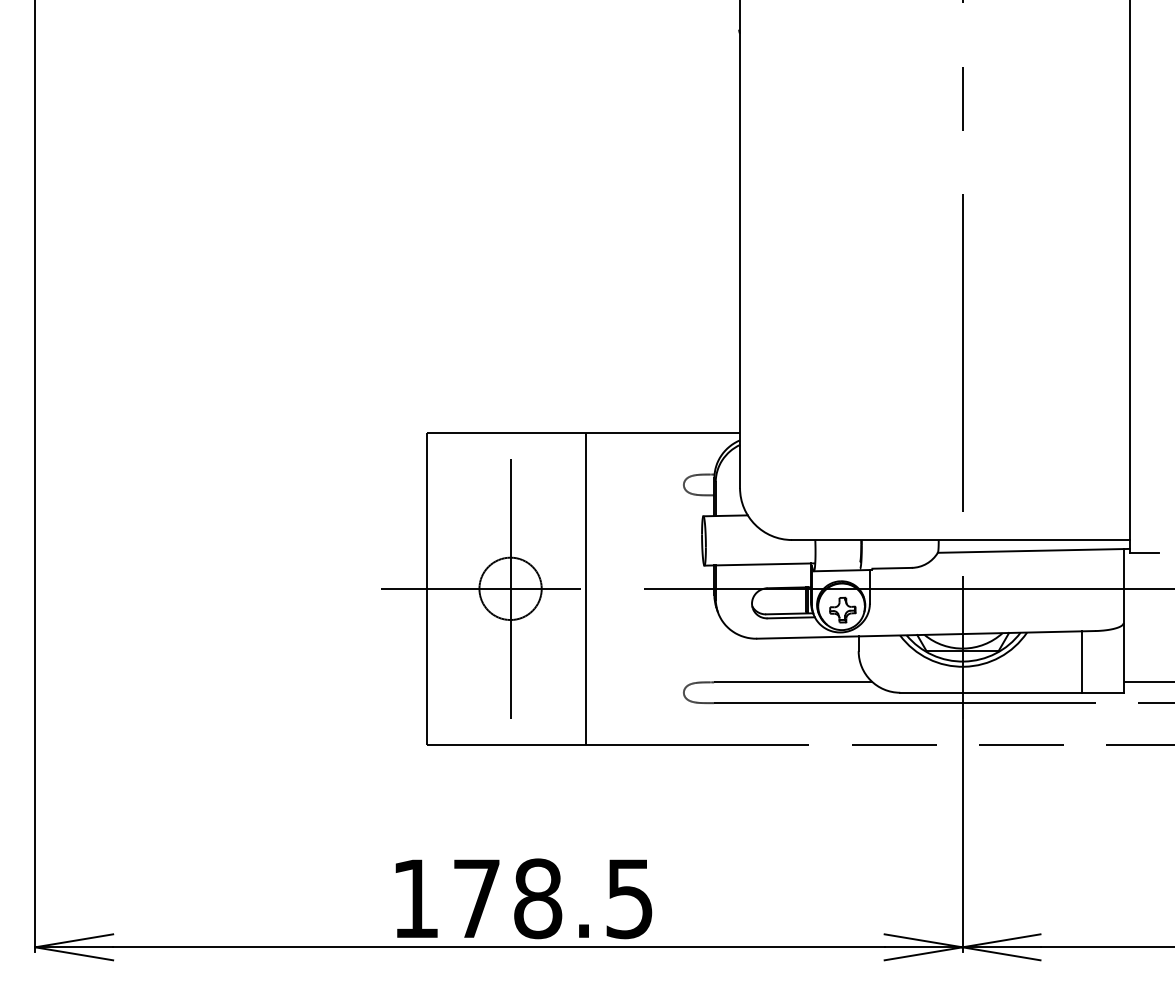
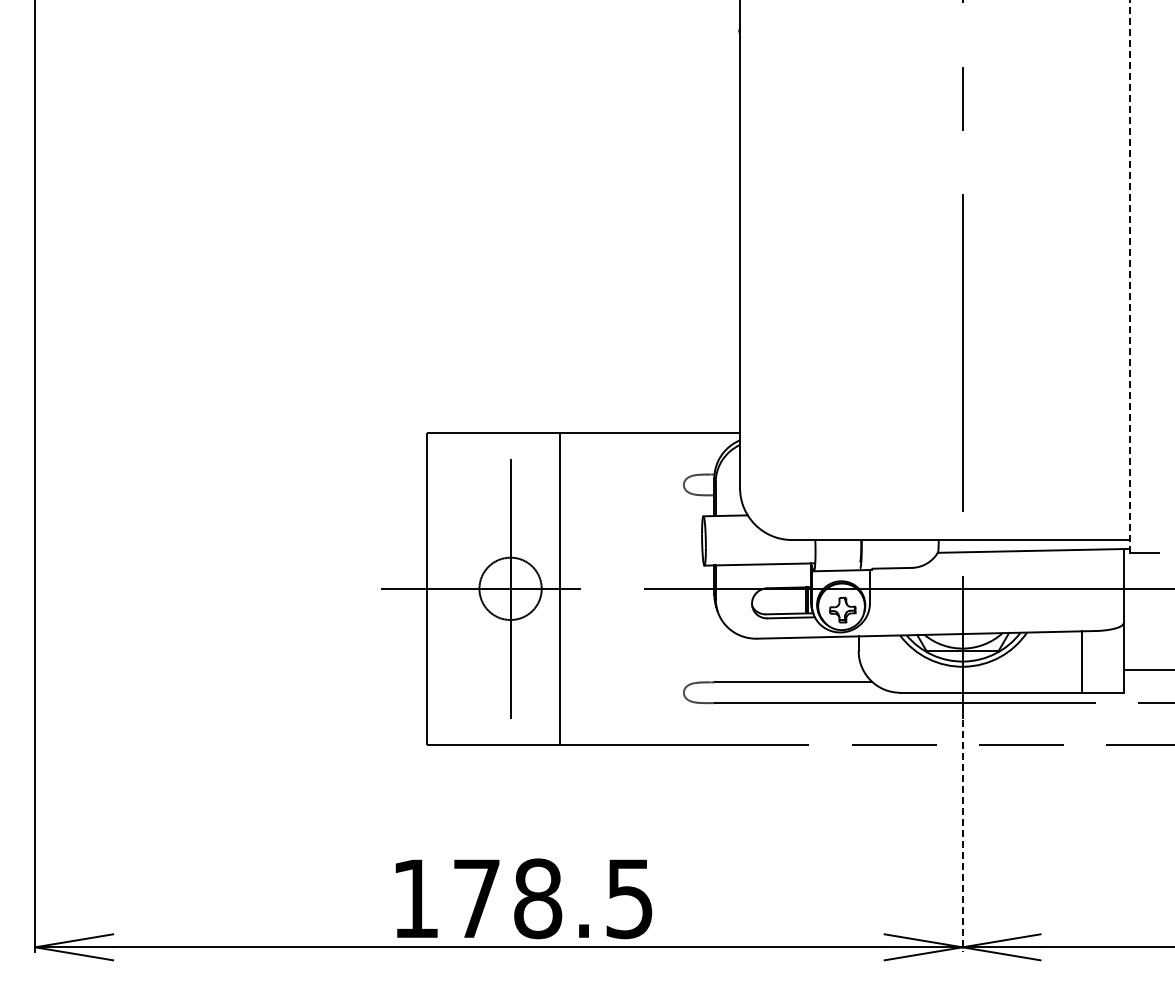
line at (1129, 276): solid -> dashed
line at (585, 588) position: (585, 588) -> (559, 588)
line at (1147, 682) position: (1147, 682) -> (1147, 670)
line at (962, 836): solid -> dashed
